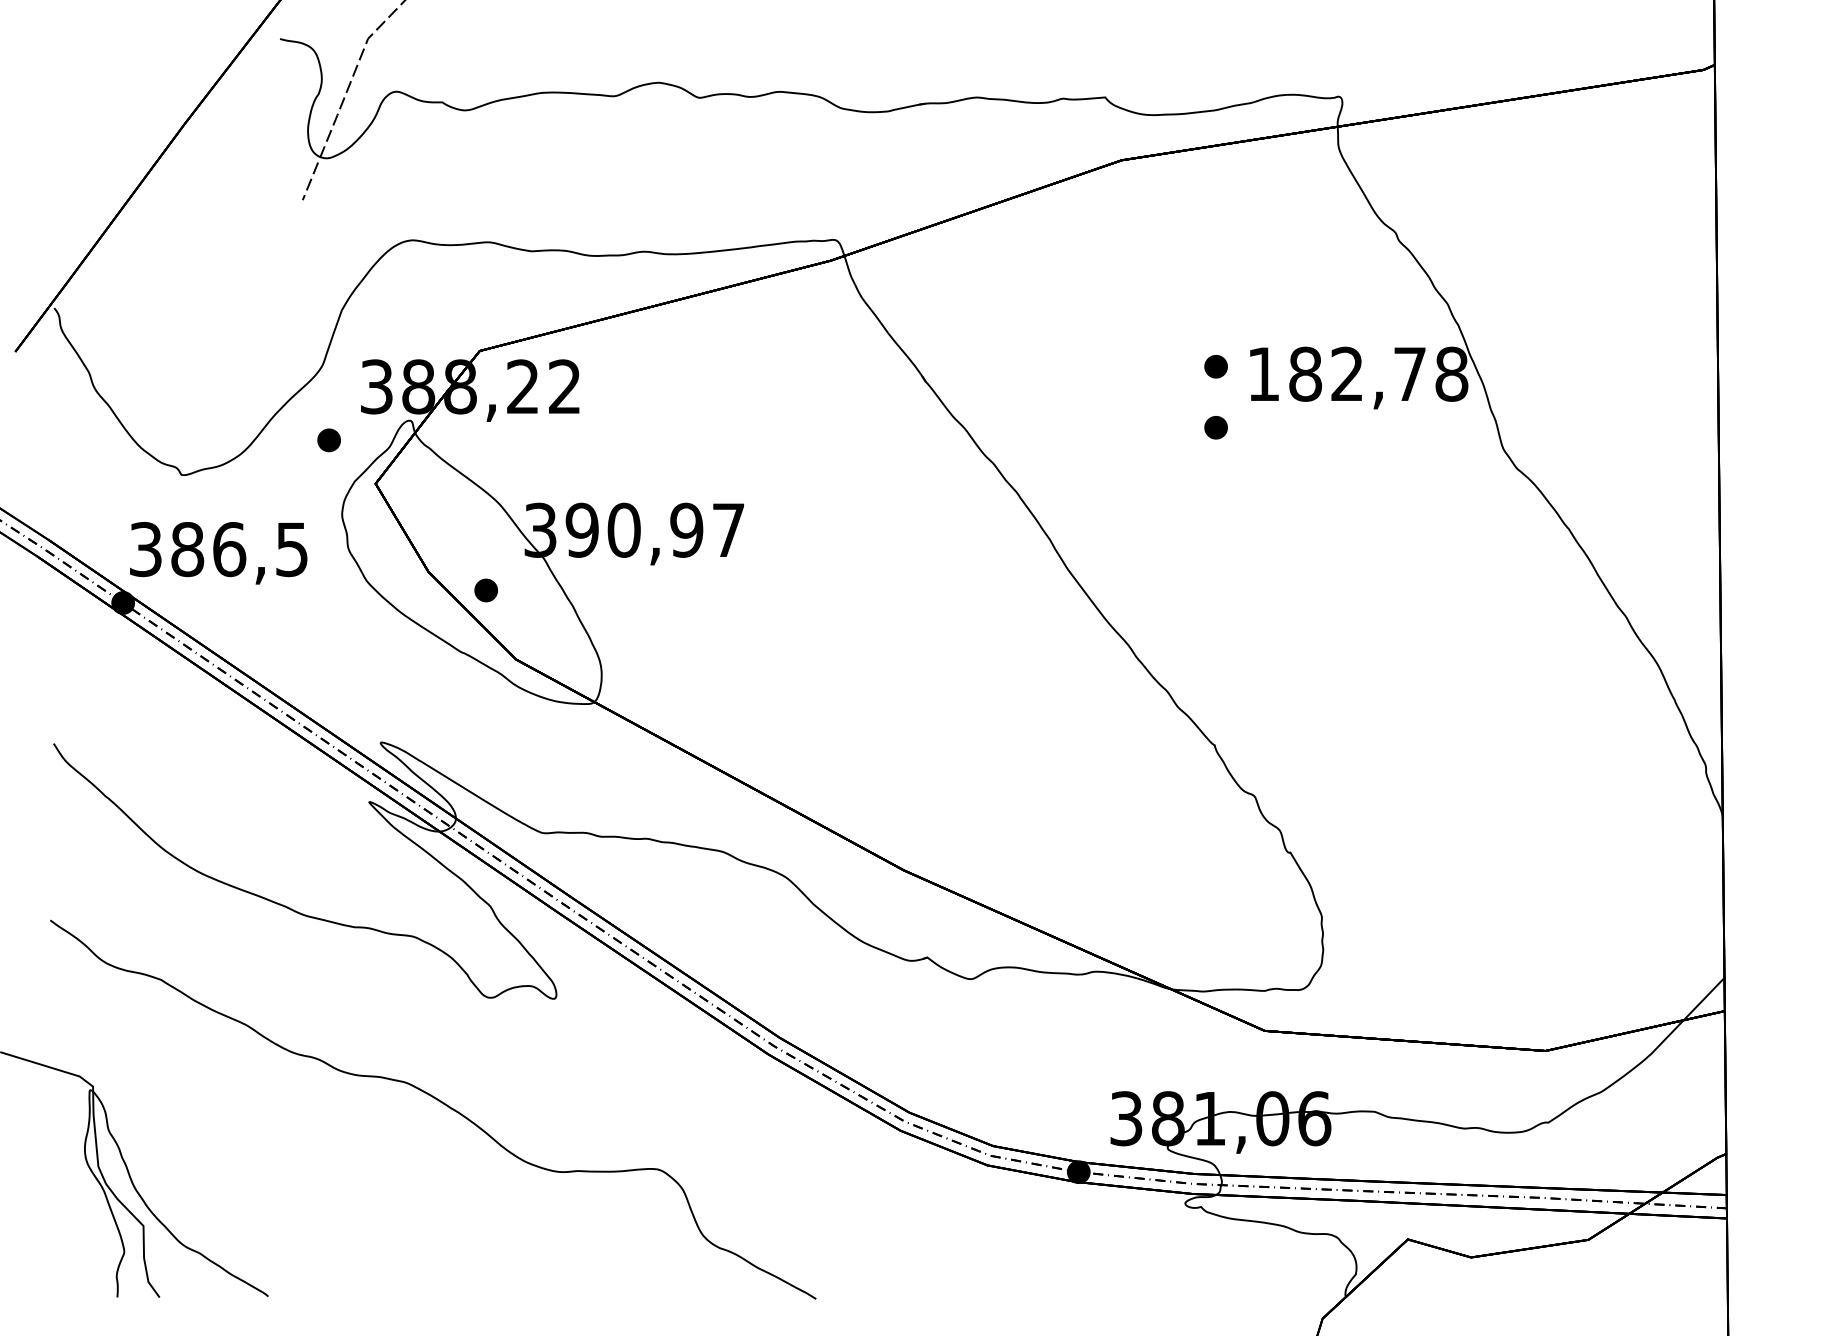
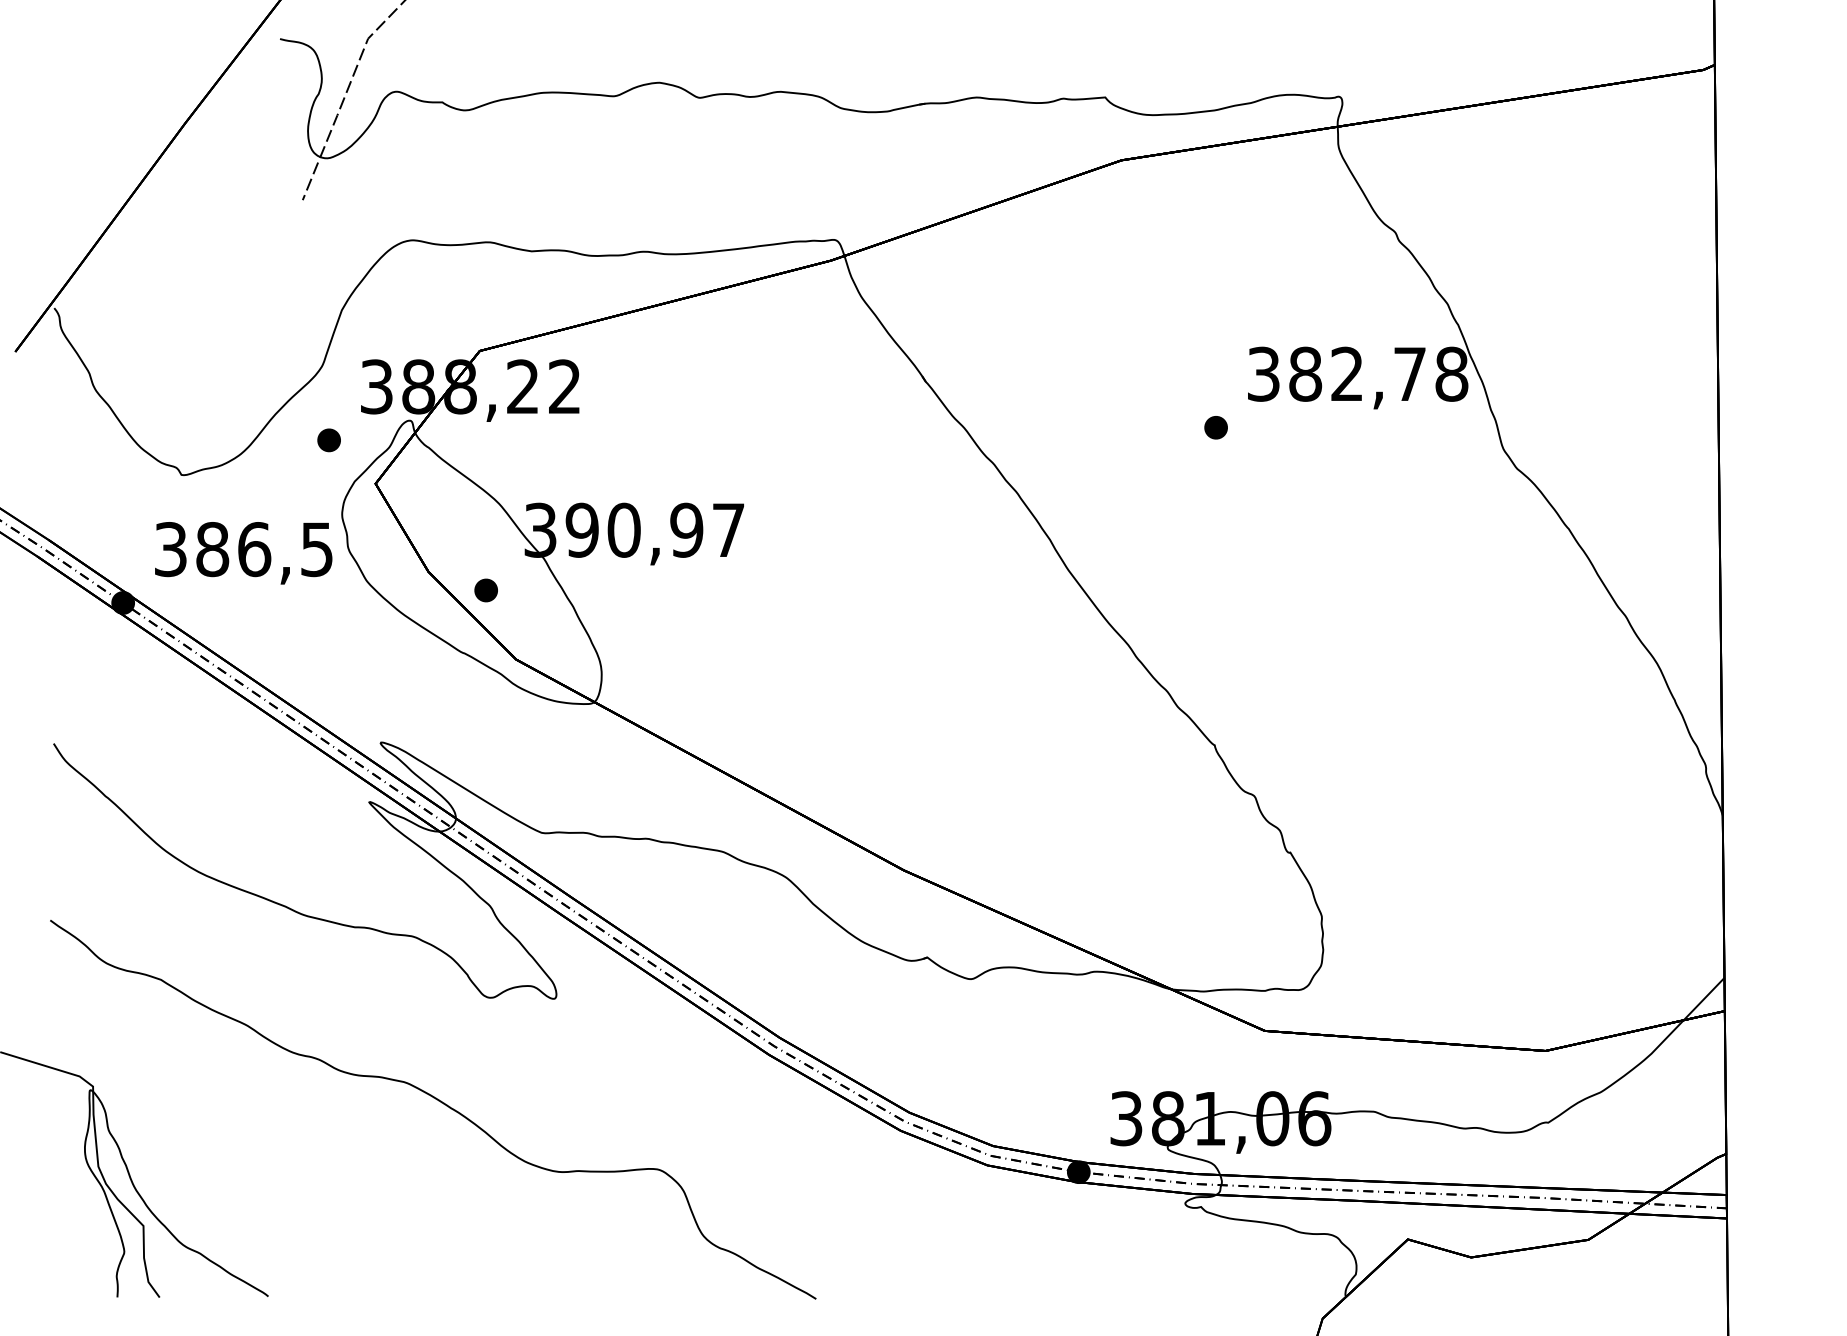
part at (1215, 366): present -> none
text at (1263, 373): 182,78 -> 382,78
text at (218, 553) position: (218, 553) -> (243, 553)
